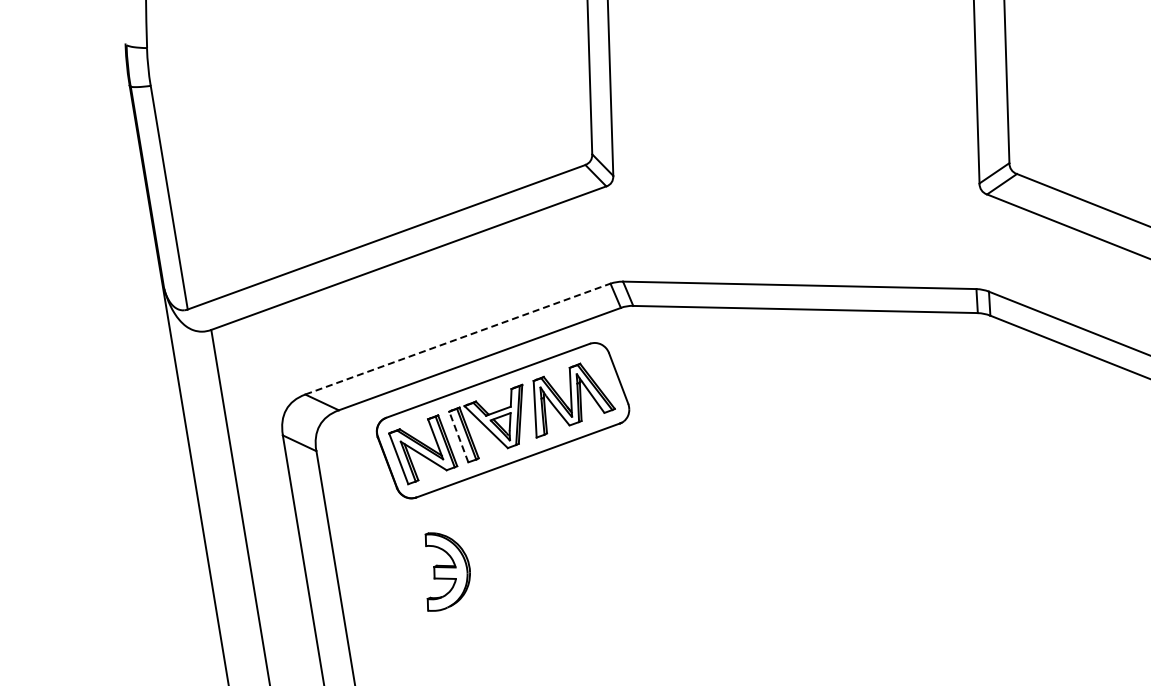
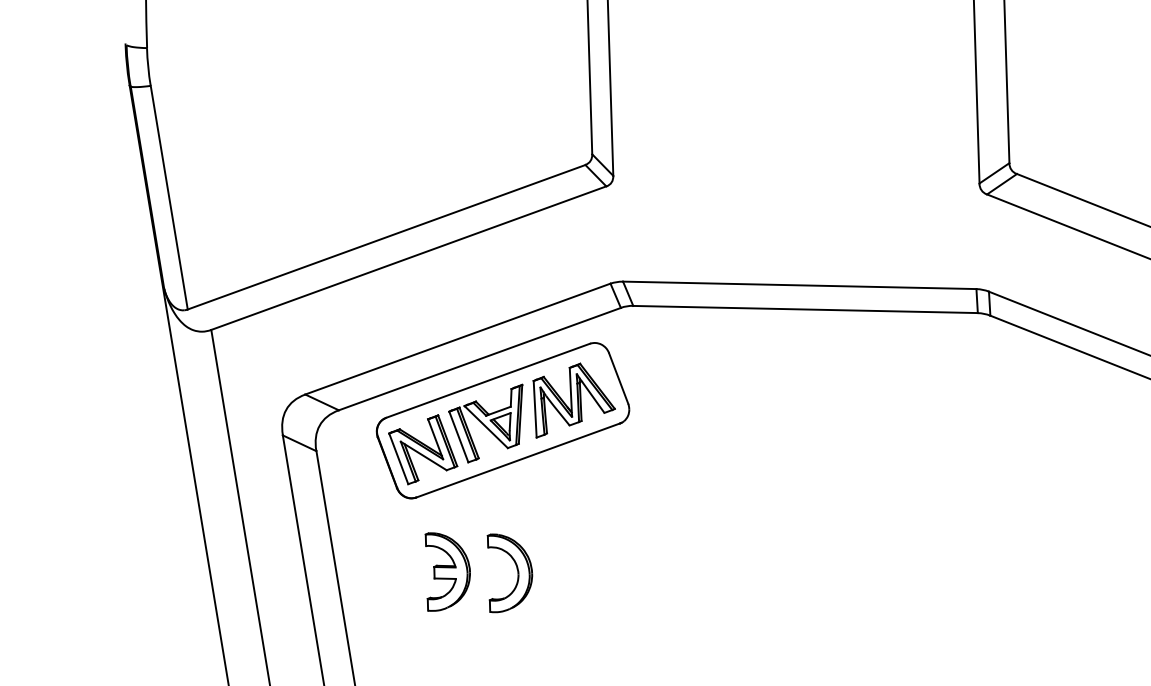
line at (458, 338): dashed -> solid
line at (458, 436): dashed -> solid
part at (517, 573): none -> present
